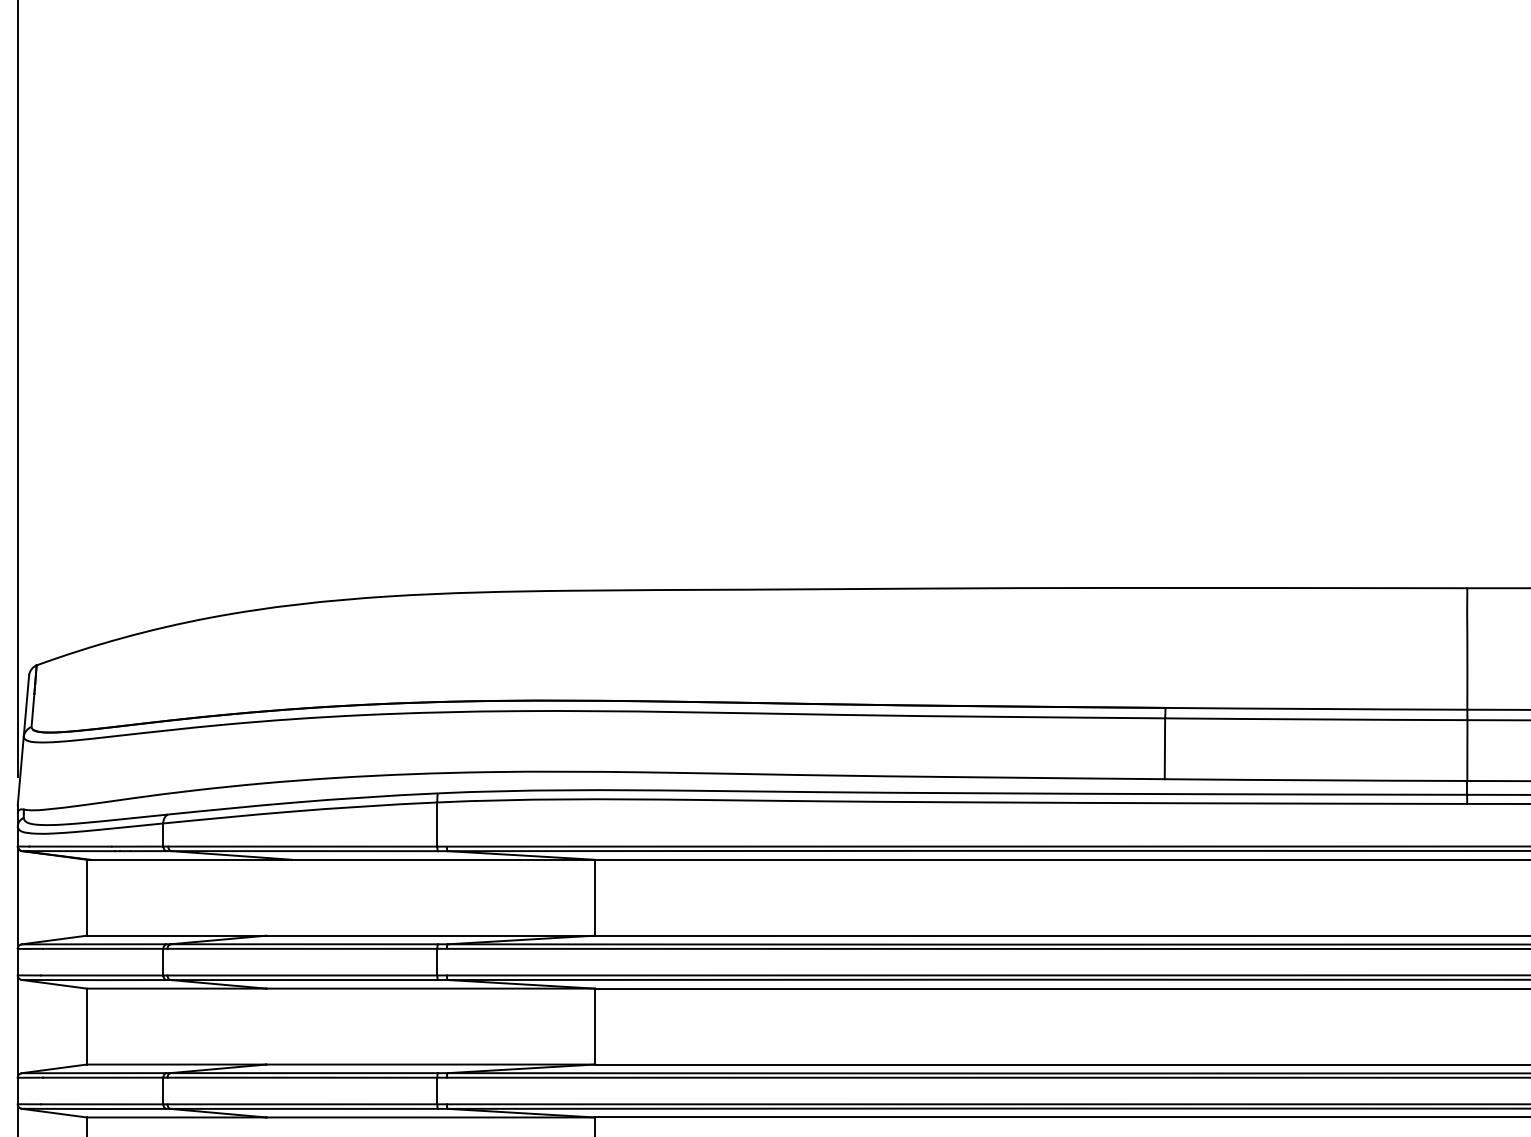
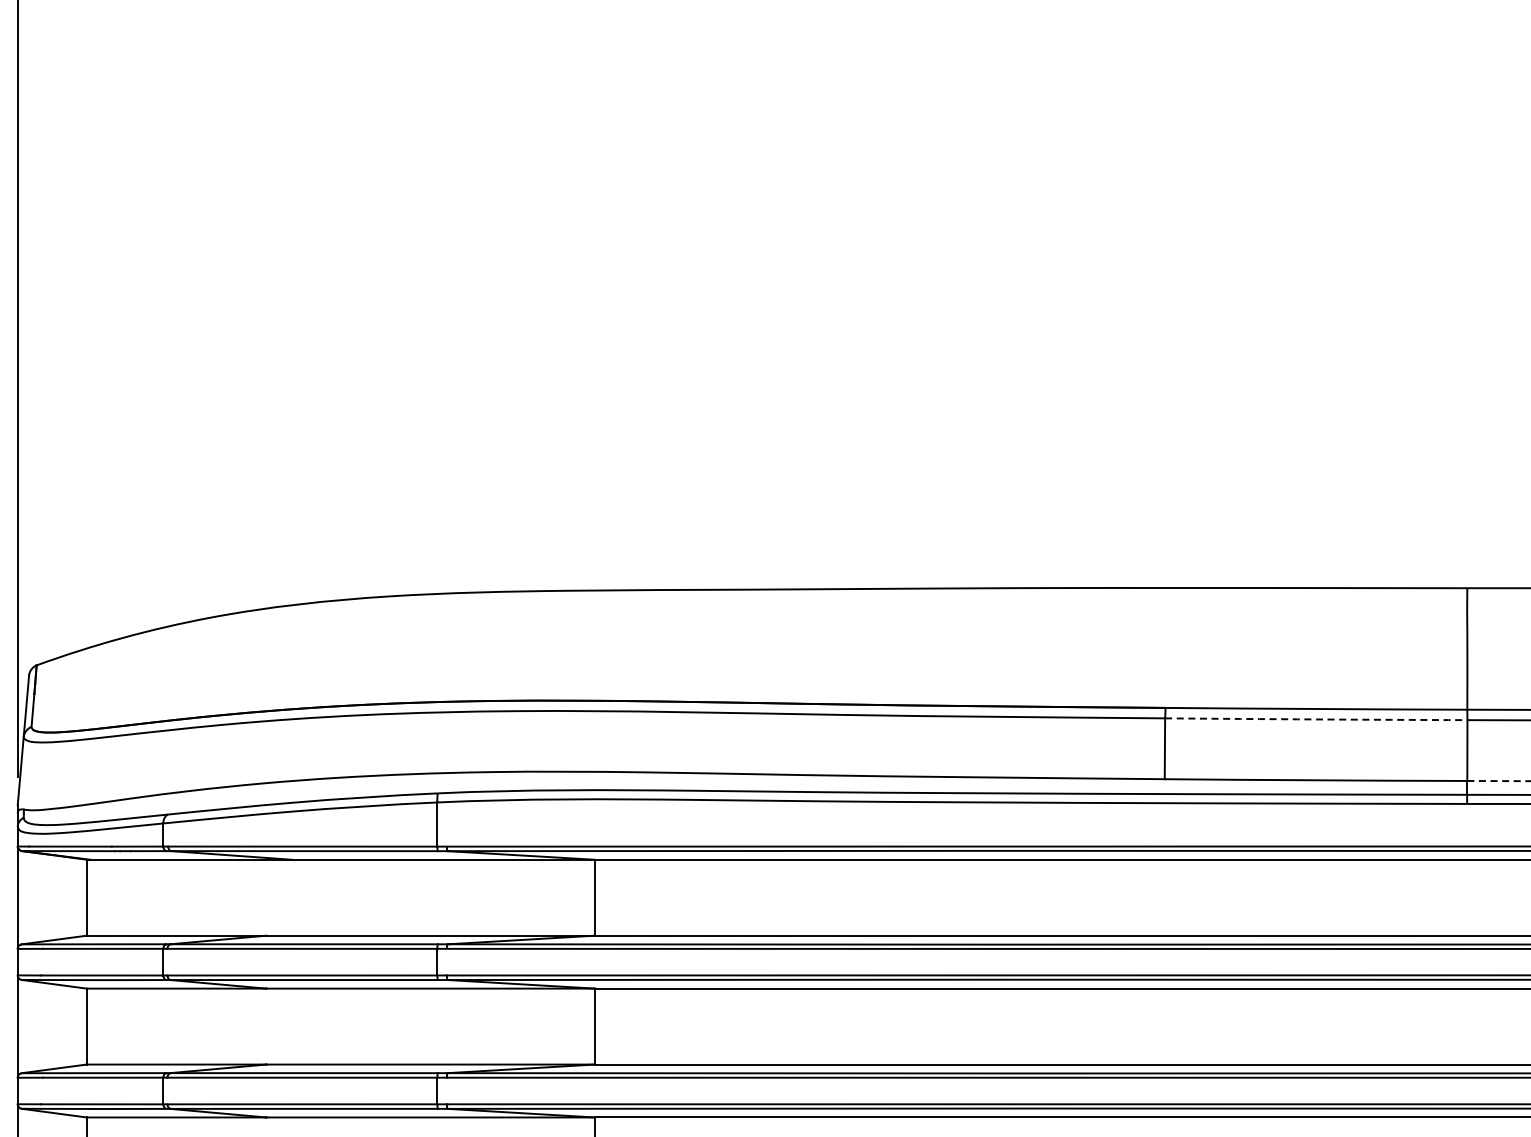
arc at (1316, 719): solid -> dashed
arc at (1499, 781): solid -> dashed
